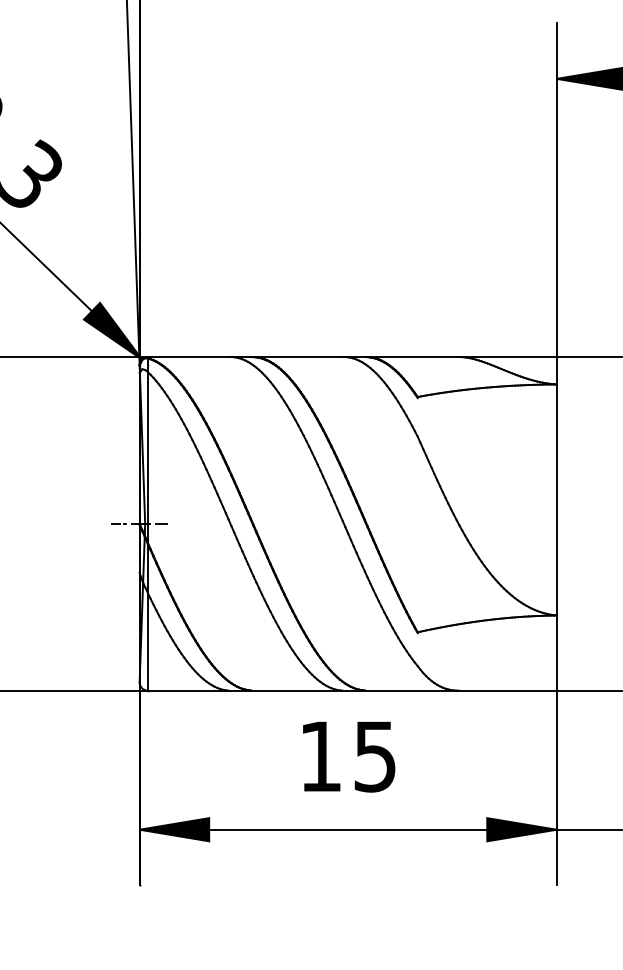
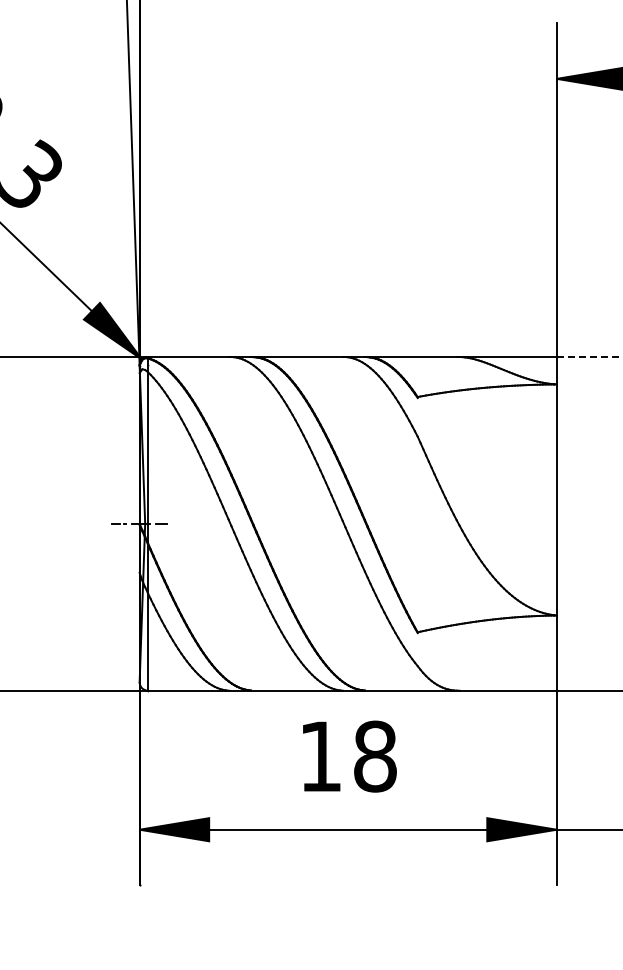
line at (589, 356): solid -> dashed
text at (375, 756): 15 -> 18
